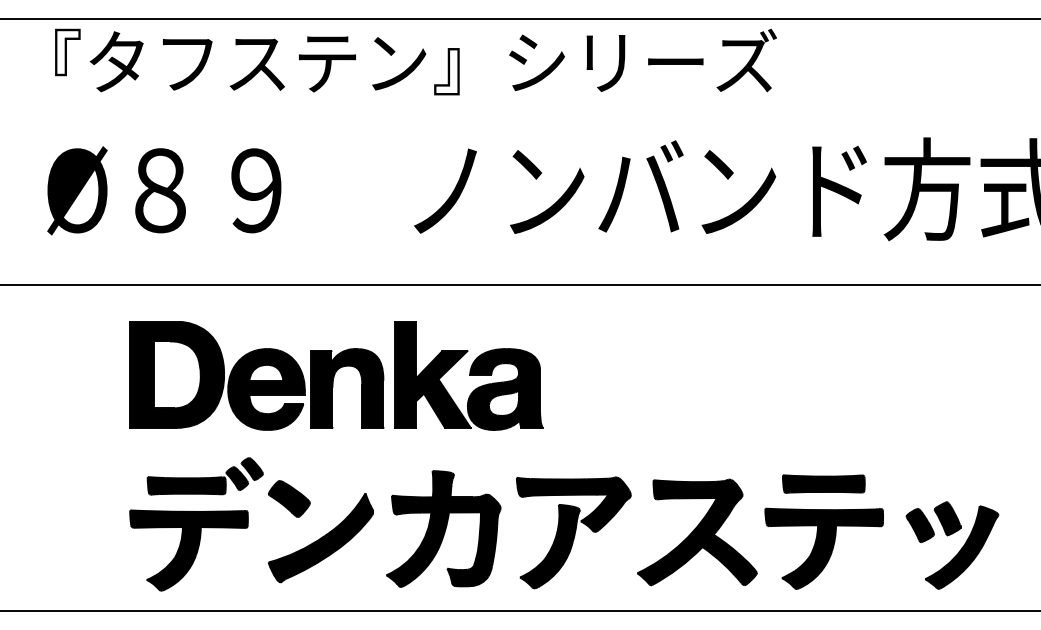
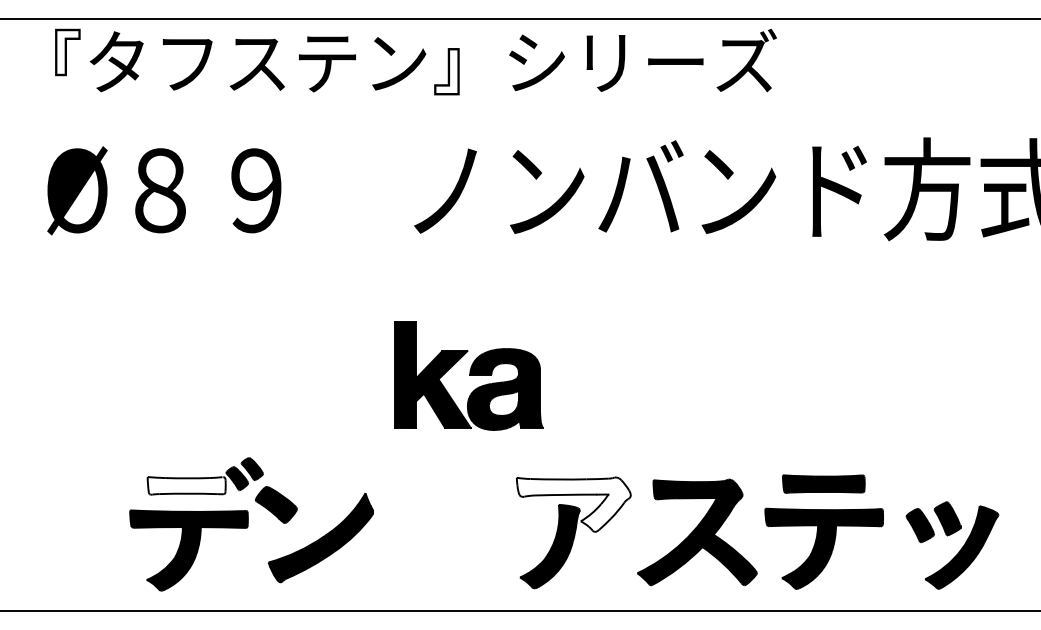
line at (519, 285): present -> none
part at (256, 375): present -> none
fill at (186, 485): present -> none
part at (289, 498) position: (289, 498) -> (276, 504)
fill at (573, 504): present -> none
part at (443, 528): present -> none
